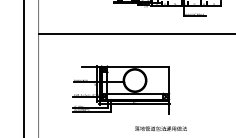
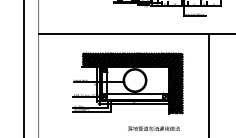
hatch at (132, 83): none -> present
line at (209, 83): none -> present
text at (160, 128) position: (160, 128) -> (153, 128)
